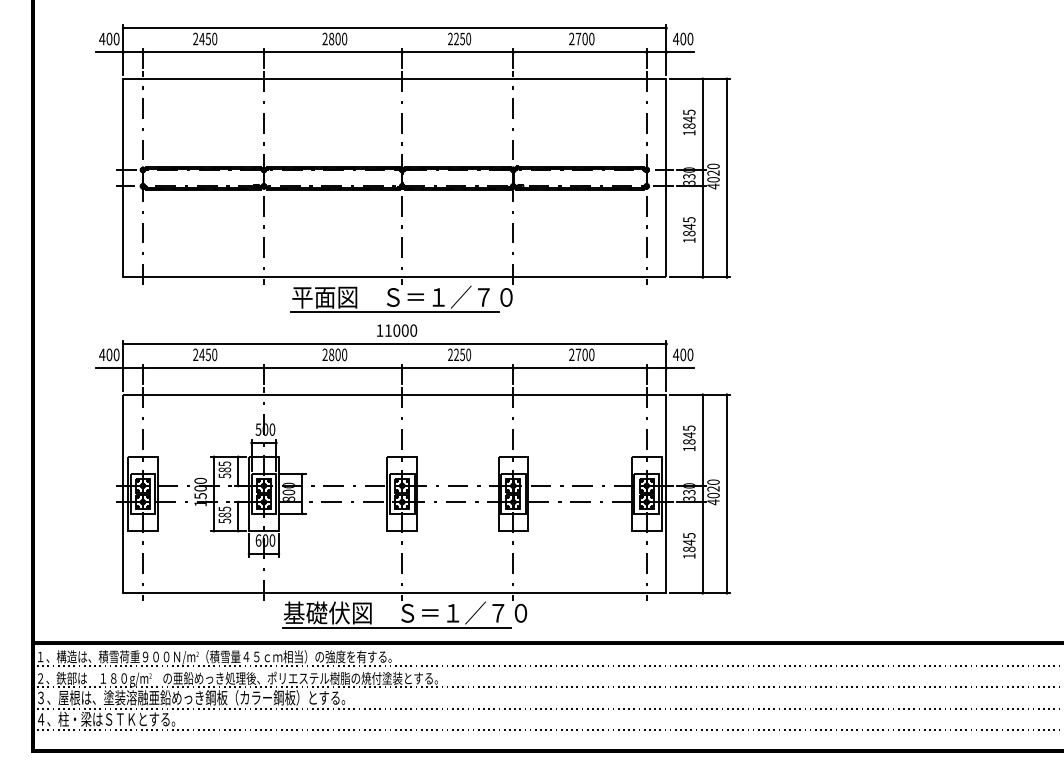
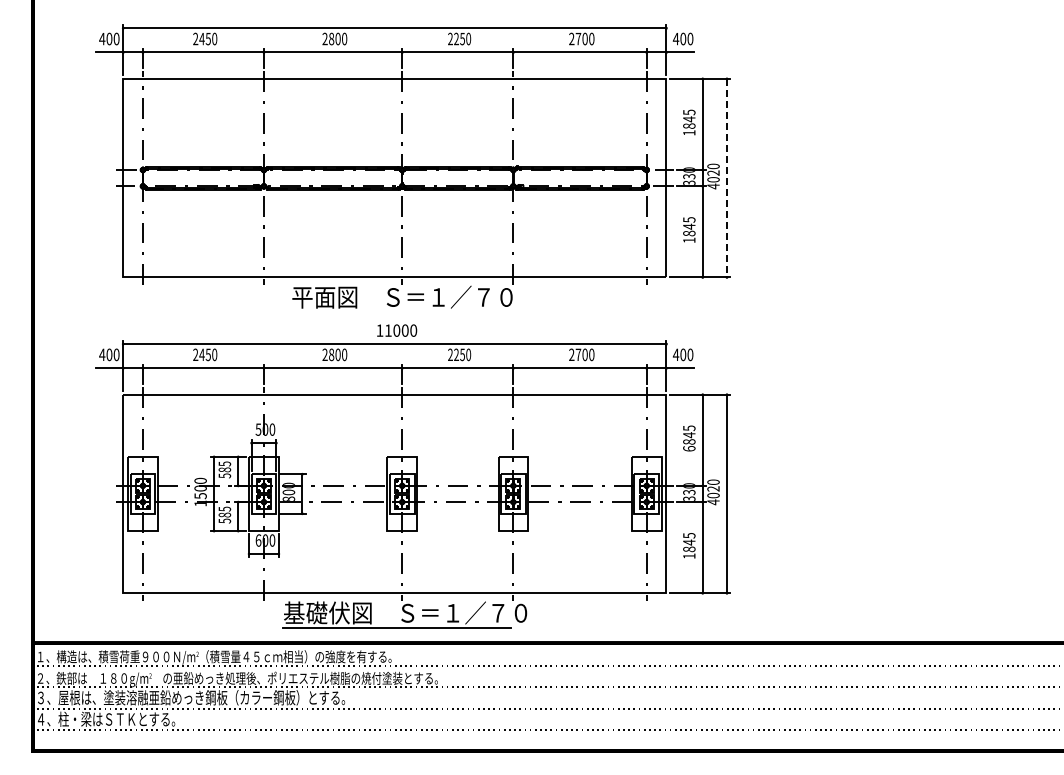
line at (726, 178): solid -> dashed
line at (394, 312): present -> none
text at (689, 448): 1845 -> 6845
